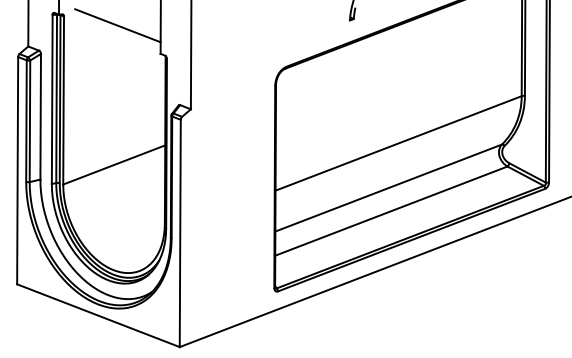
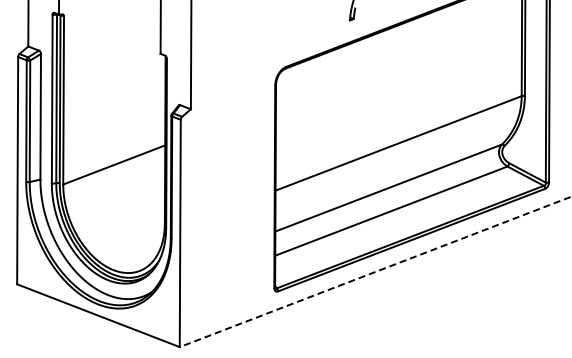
line at (117, 25): present -> none
line at (375, 271): solid -> dashed
